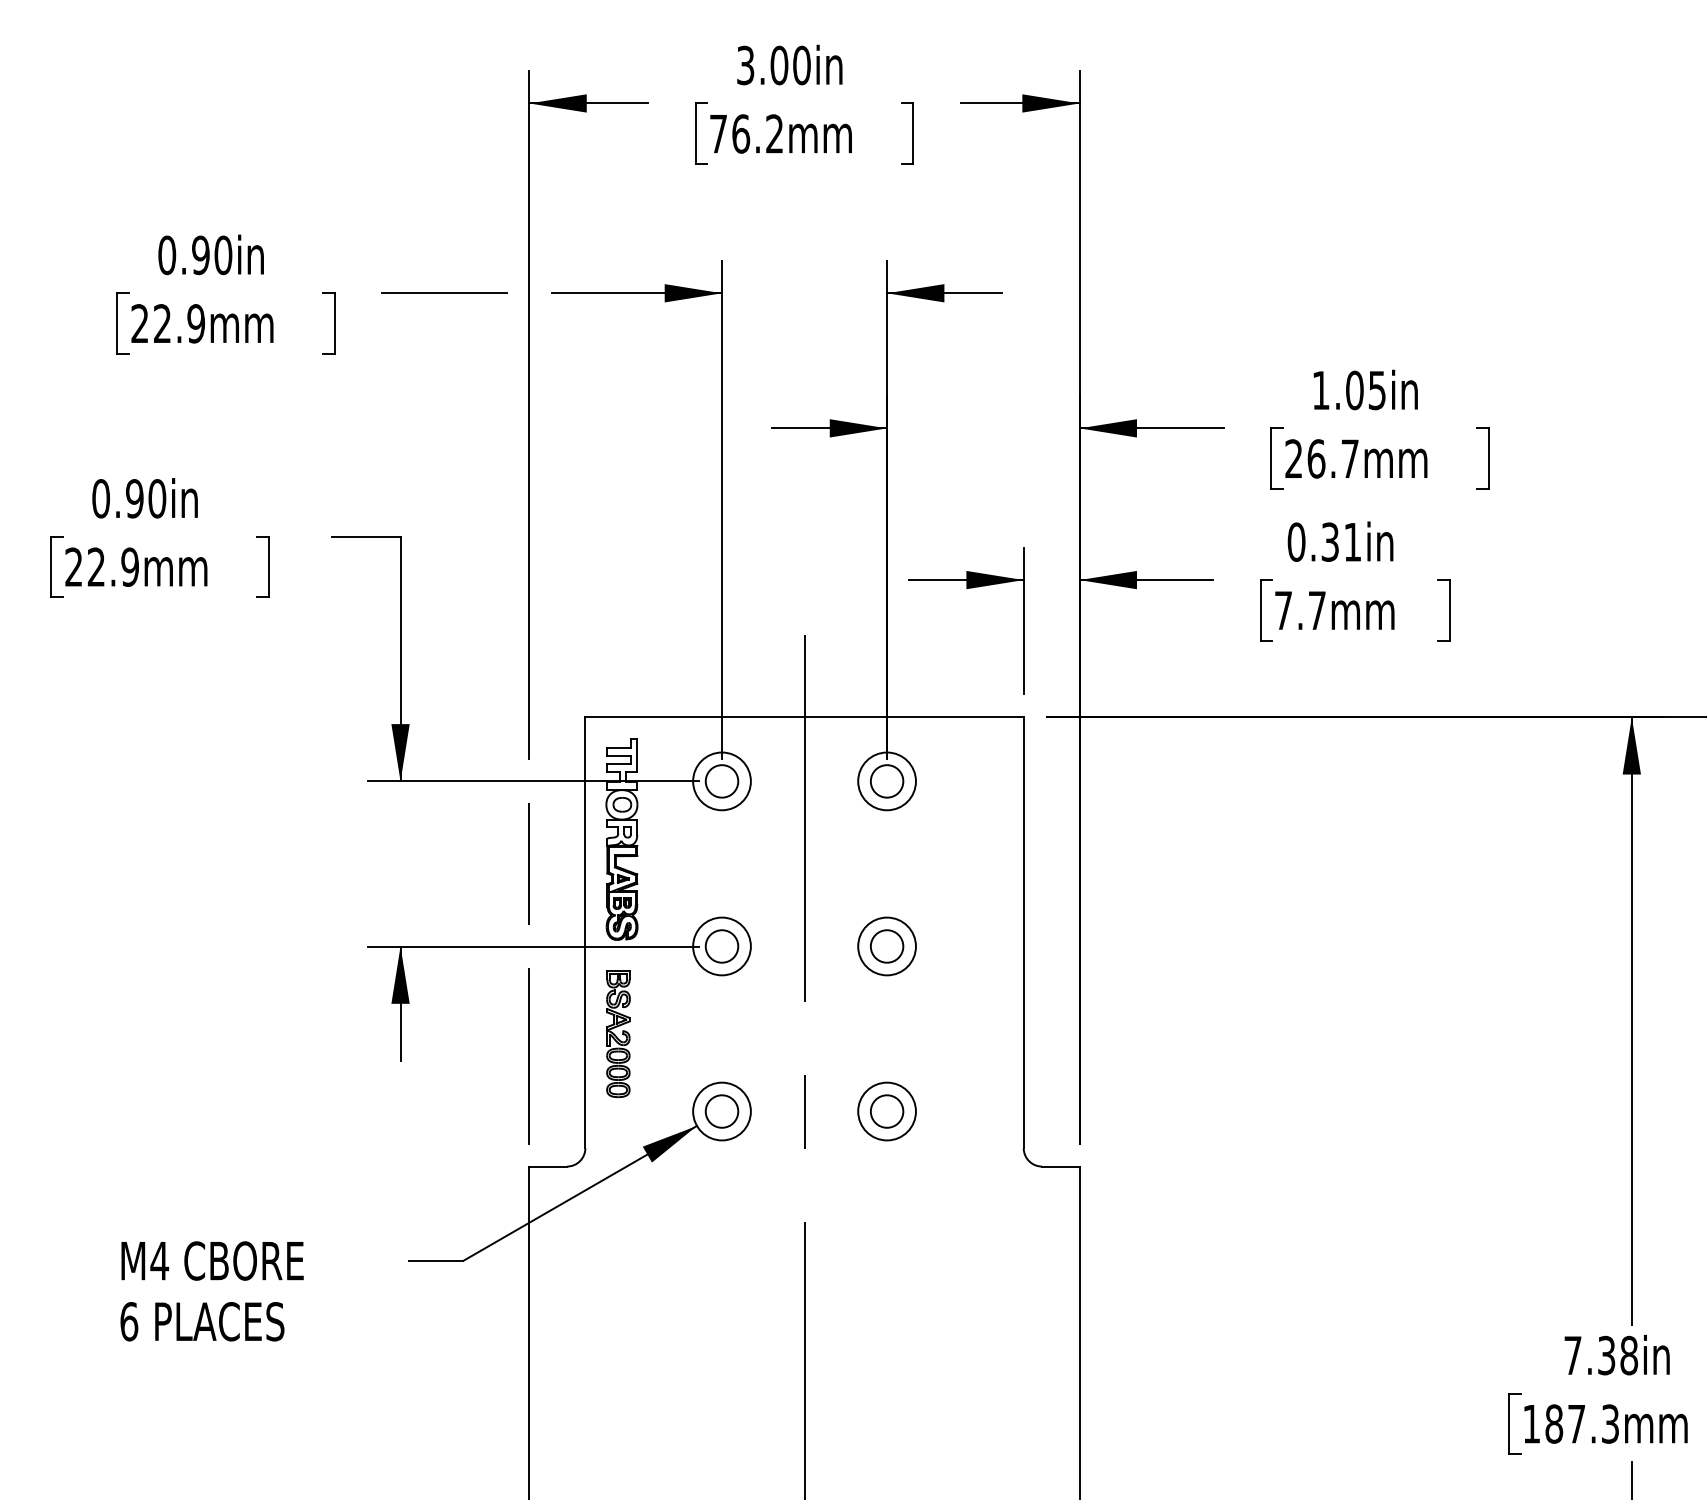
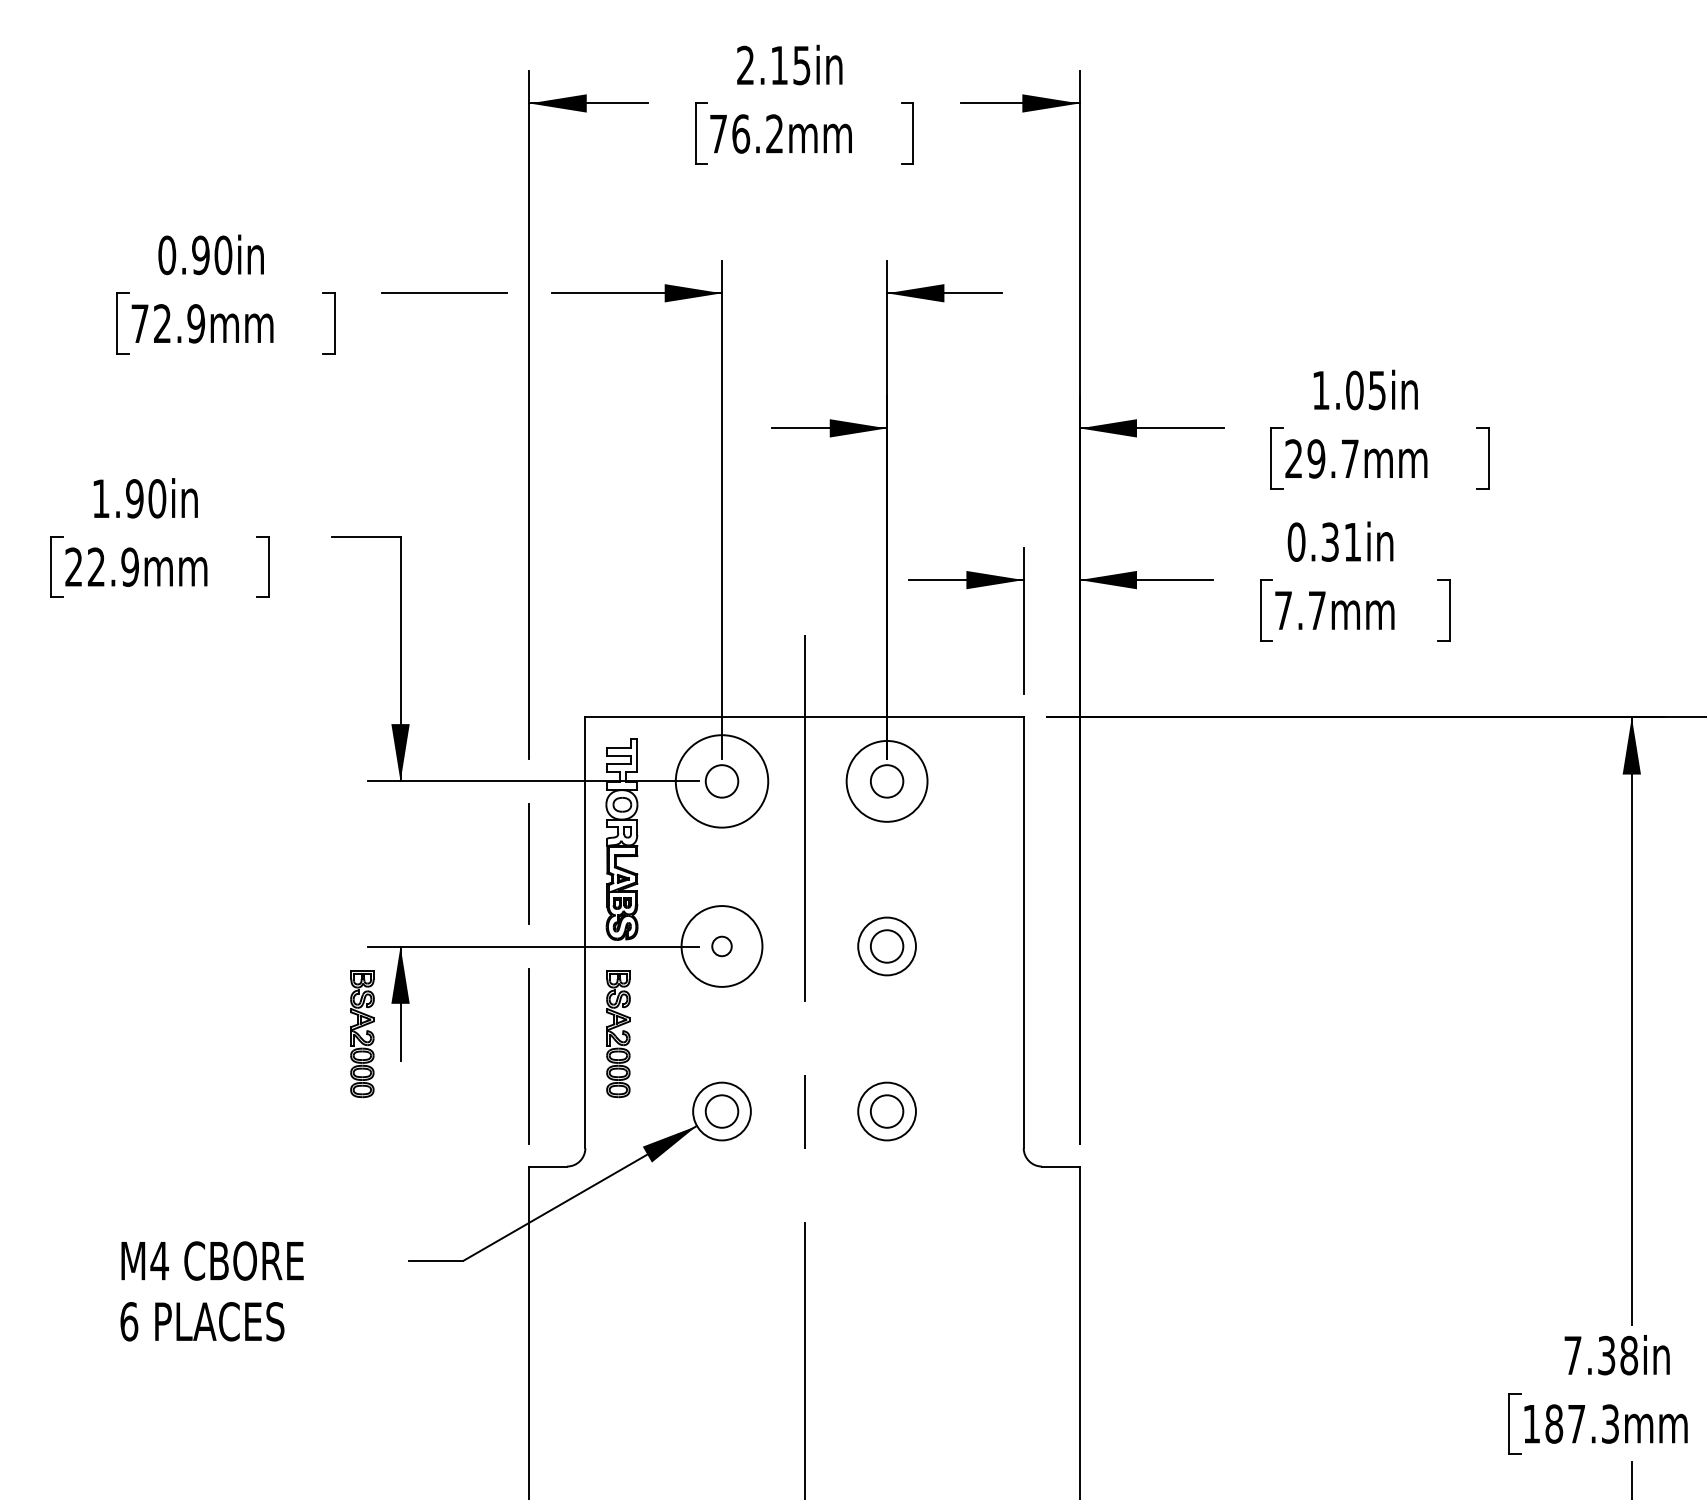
text at (773, 65): 3.00in -> 2.15in
text at (139, 323): 22.9mm -> 72.9mm
text at (1316, 458): 26.7mm -> 29.7mm
text at (100, 498): 0.90in -> 1.90in
circle at (721, 781) diameter: 58 px -> 92 px
circle at (886, 781) diameter: 58 px -> 81 px
circle at (721, 946) diameter: 32 px -> 19 px
circle at (721, 946) diameter: 58 px -> 81 px
part at (362, 1033): none -> present
